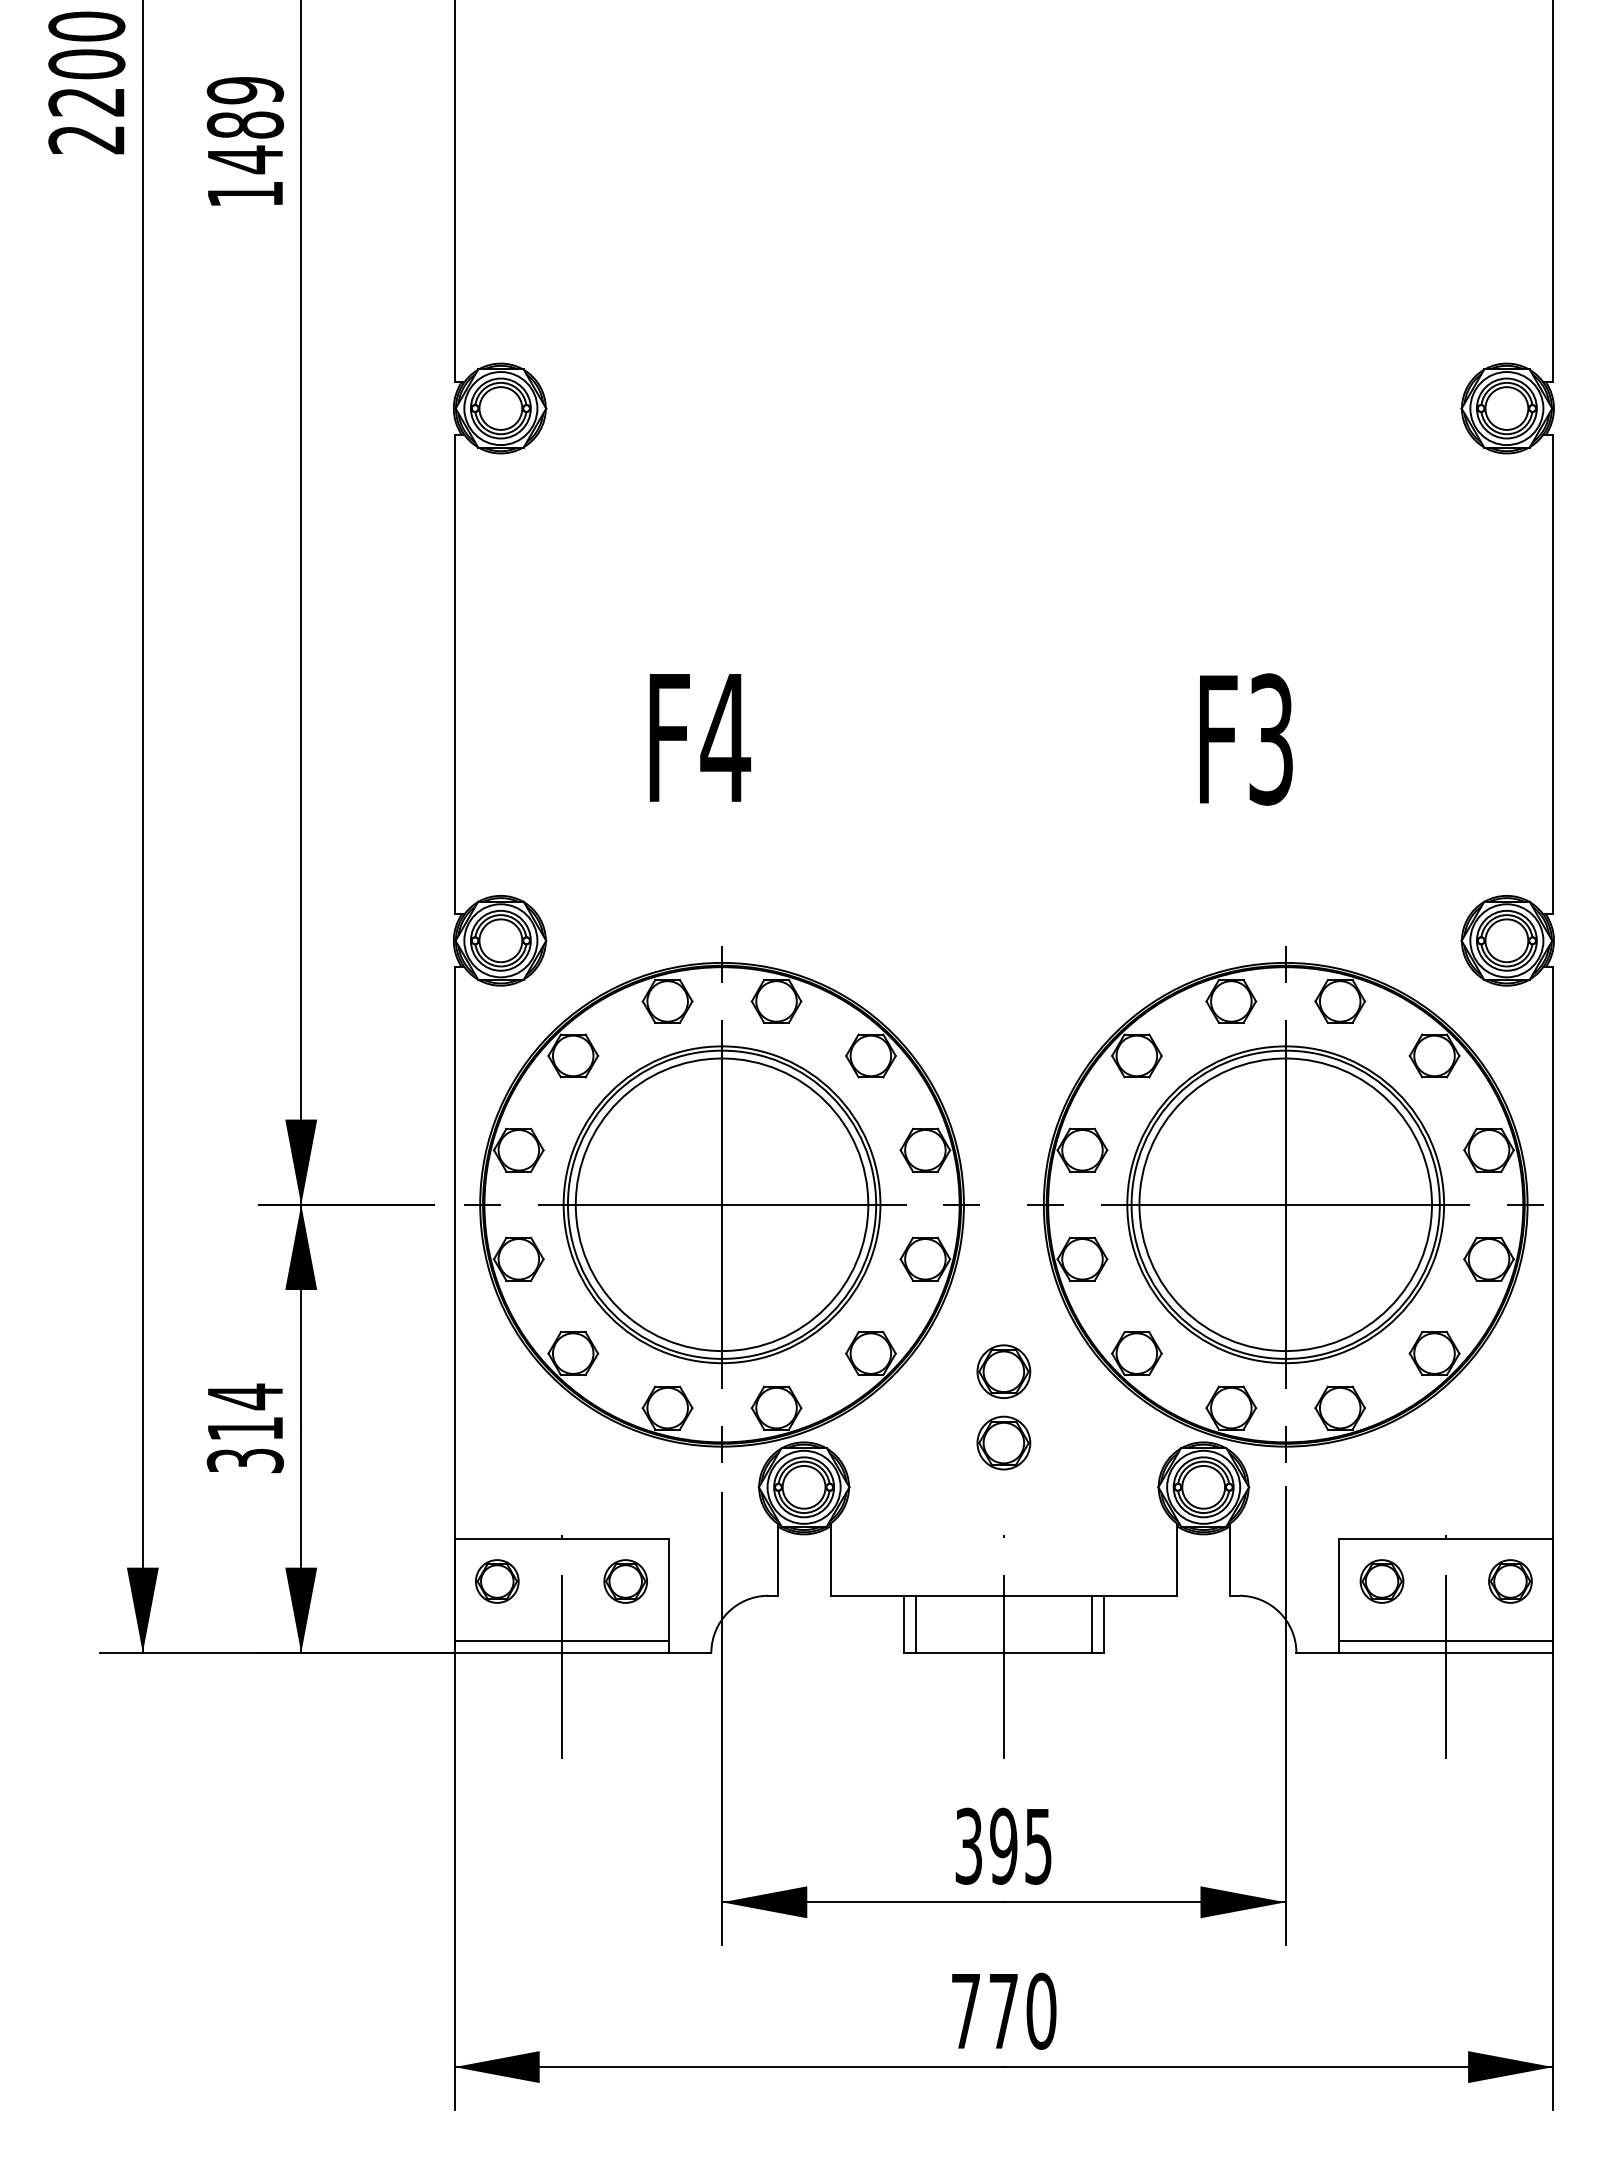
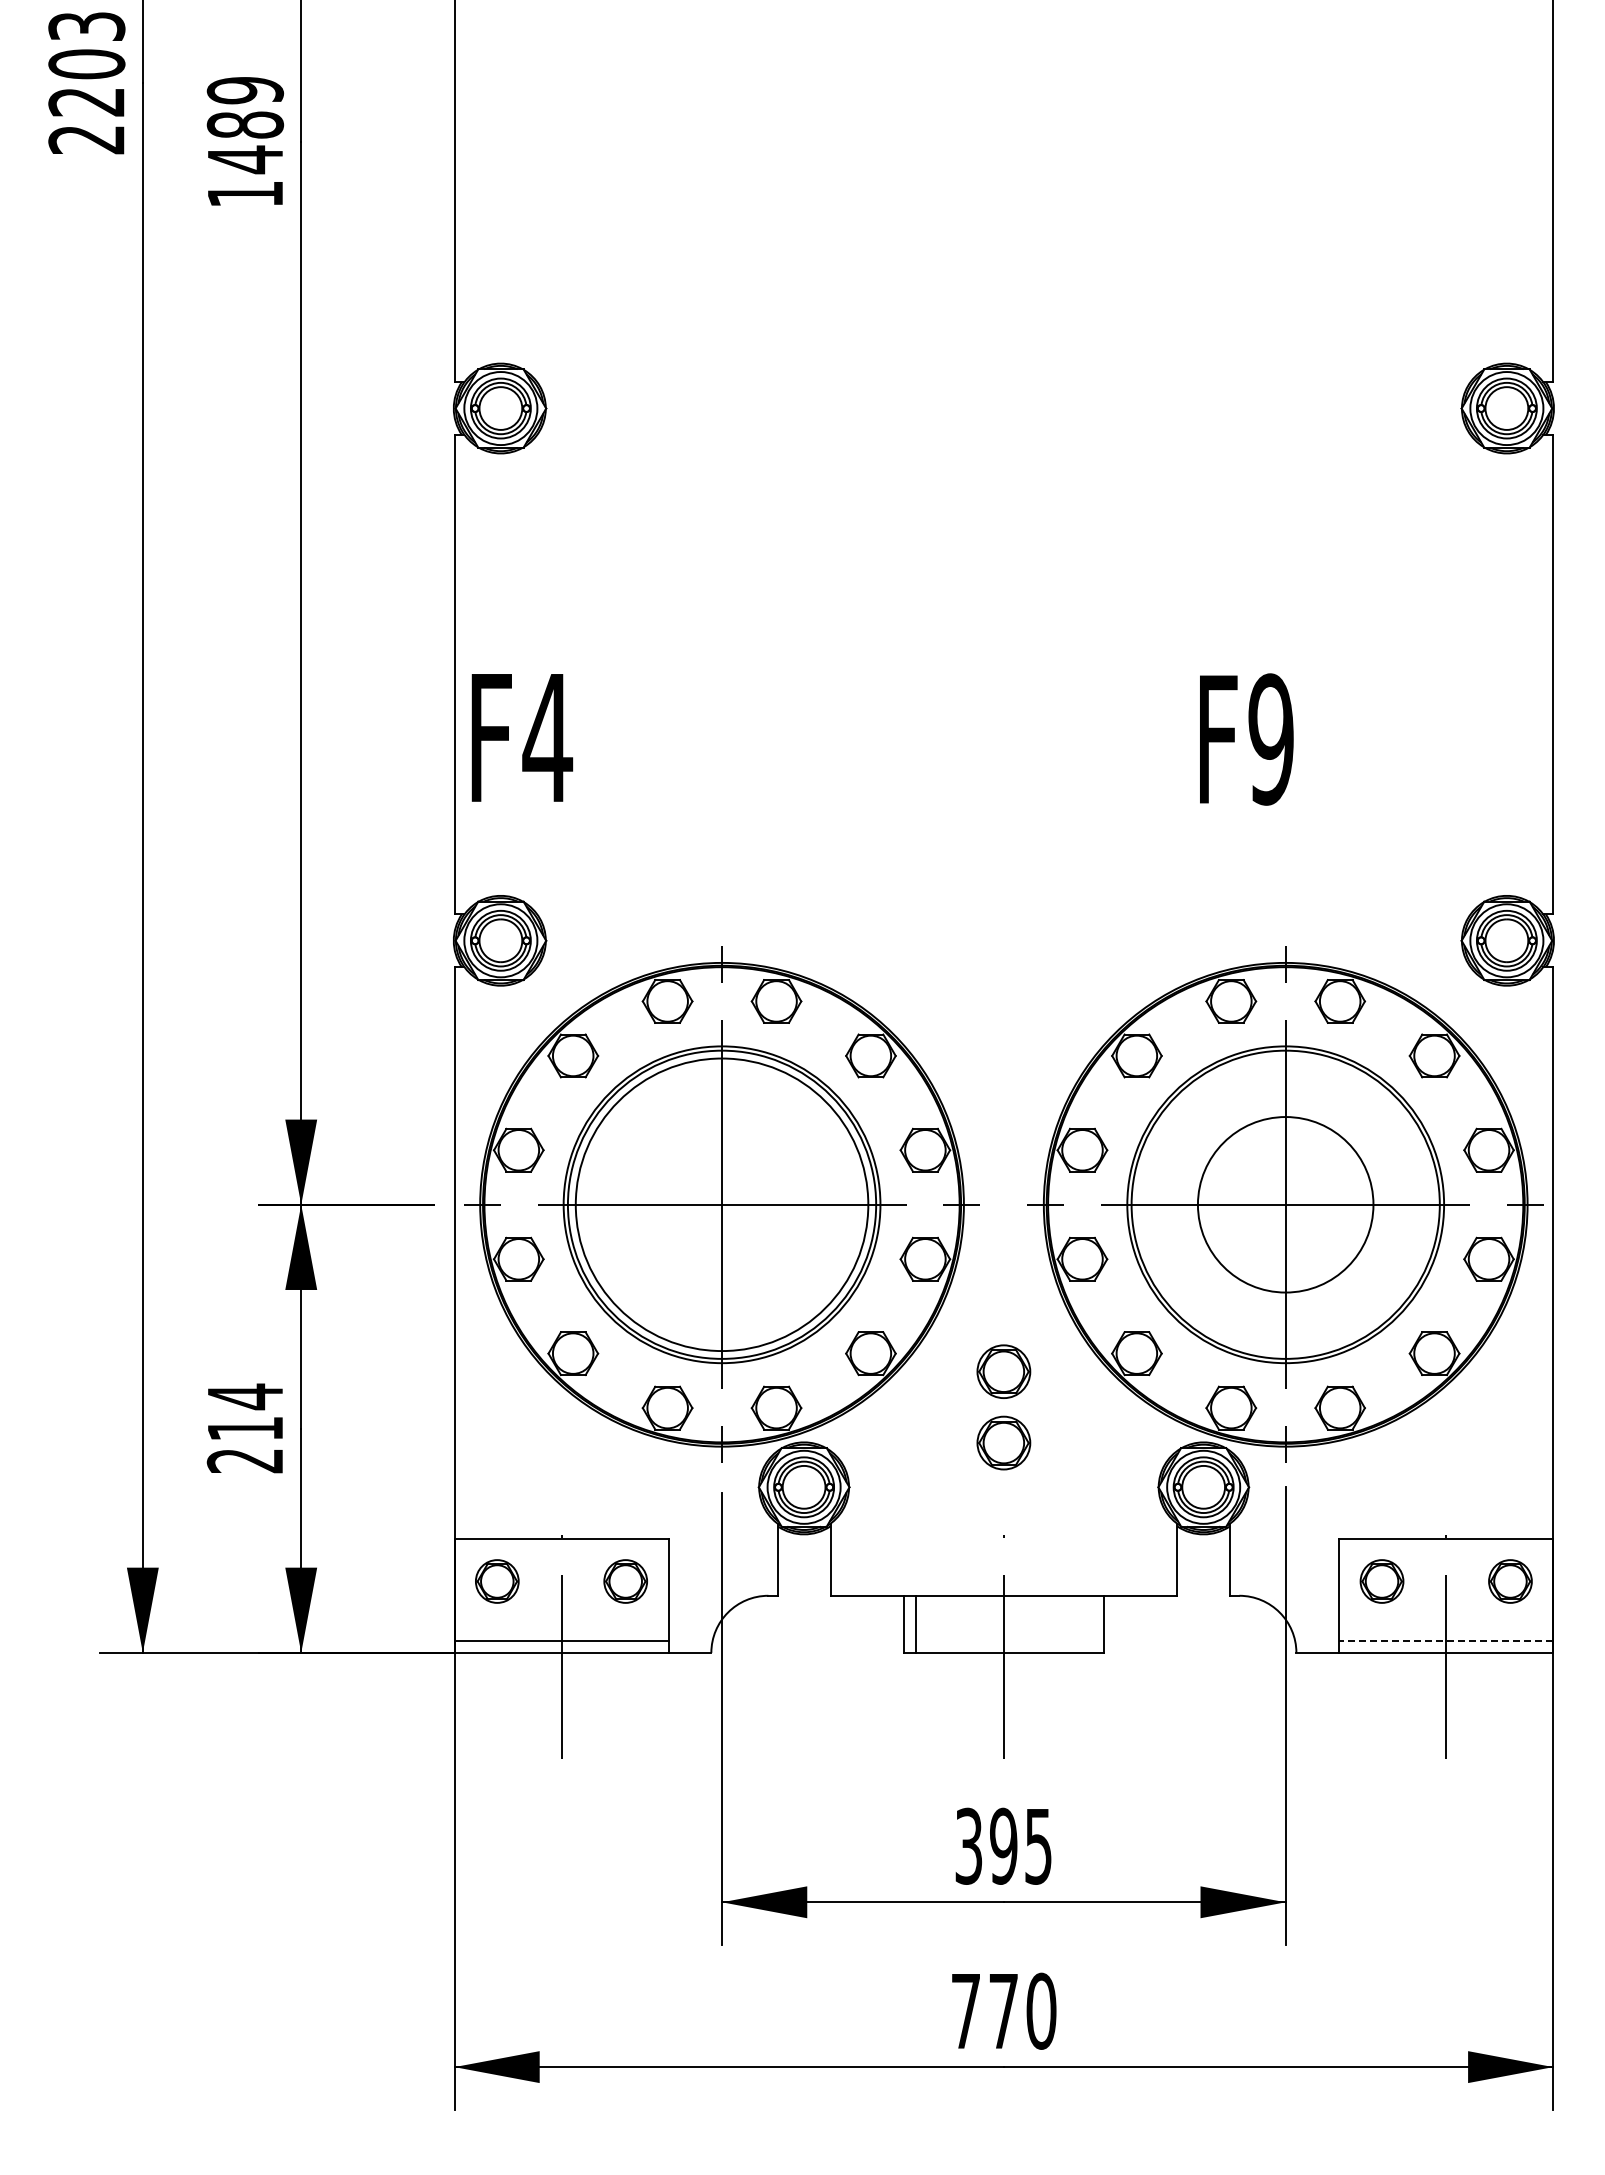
text at (86, 26): 2200 -> 2203
text at (700, 737) position: (700, 737) -> (522, 737)
text at (1270, 739): F3 -> F9
circle at (1285, 1204) diameter: 293 px -> 176 px
text at (245, 1460): 314 -> 214
line at (1092, 1623): present -> none
line at (1445, 1641): solid -> dashed
